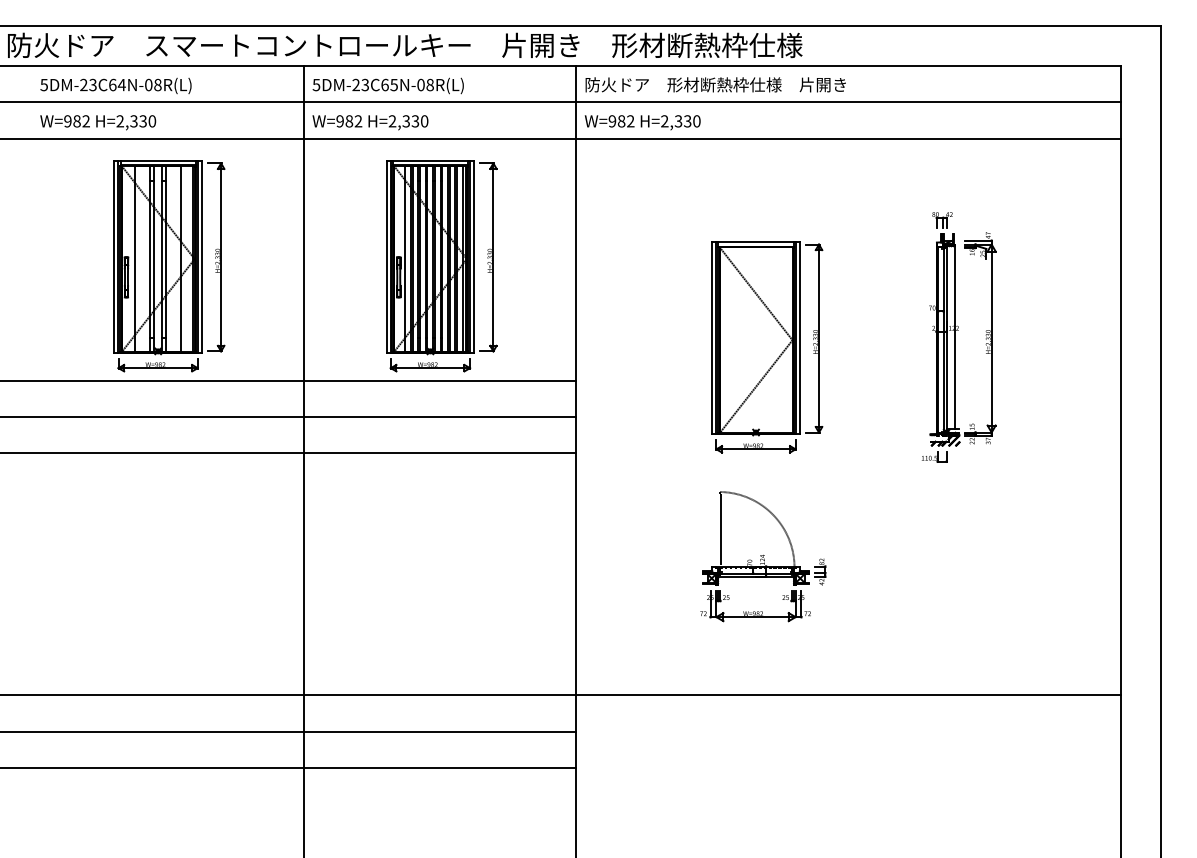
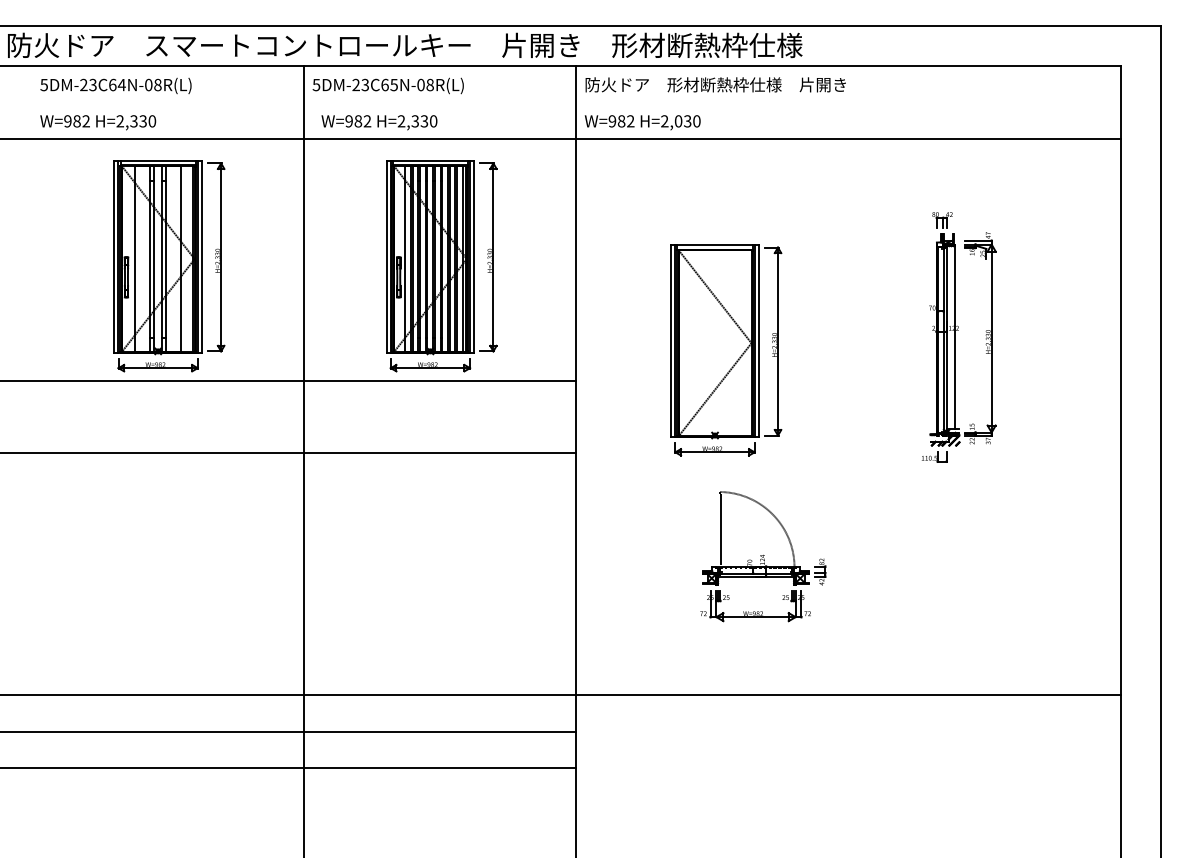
line at (561, 102): present -> none
text at (678, 121): H=2,330 -> H=2,030
text at (370, 122) position: (370, 122) -> (379, 122)
part at (767, 347) position: (767, 347) -> (726, 350)
line at (289, 416): present -> none
